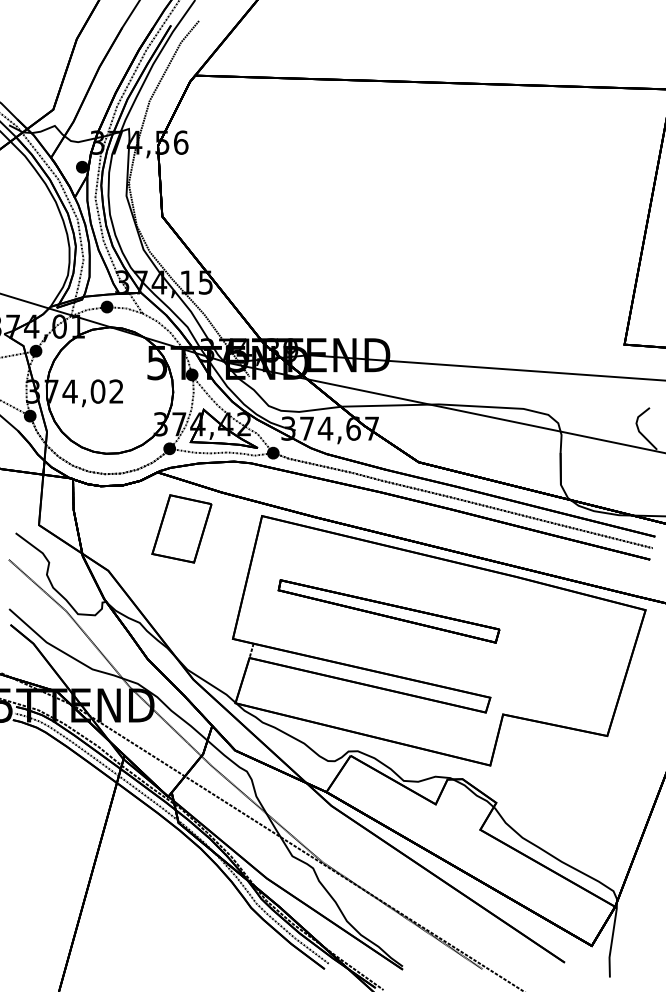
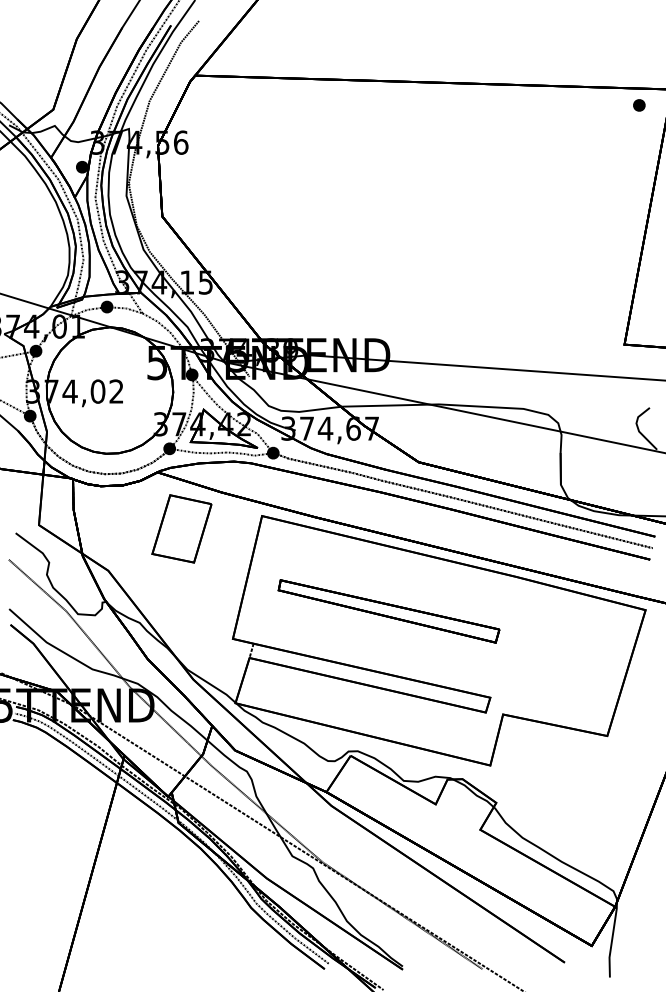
part at (639, 105): none -> present
